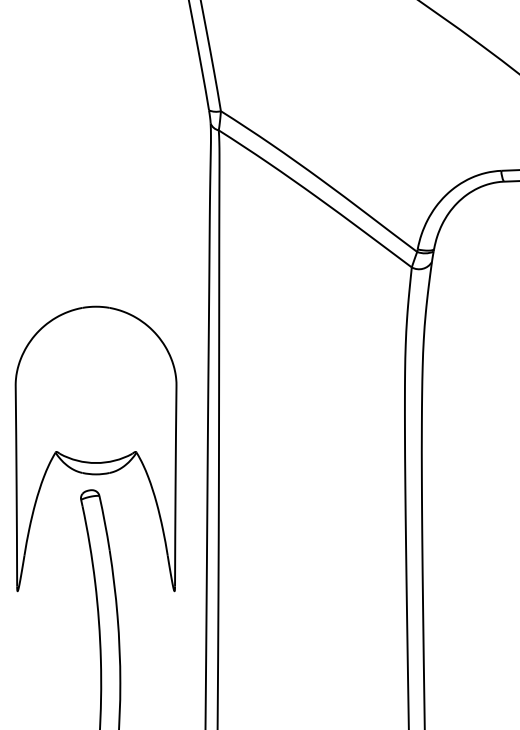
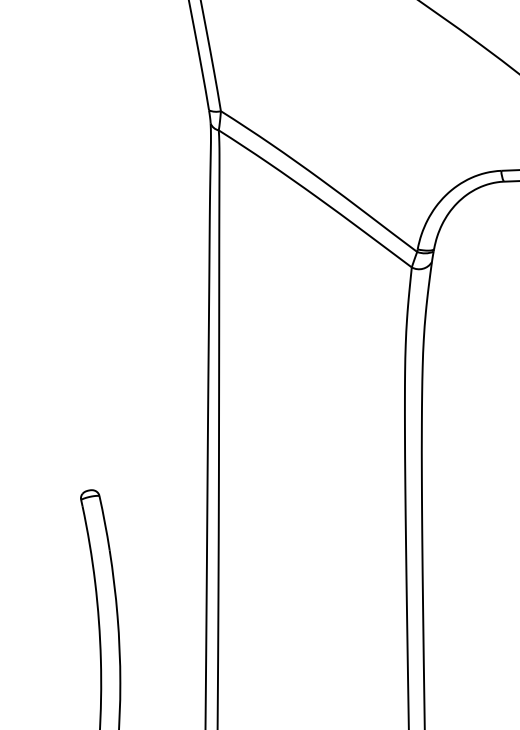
part at (95, 448): present -> none
